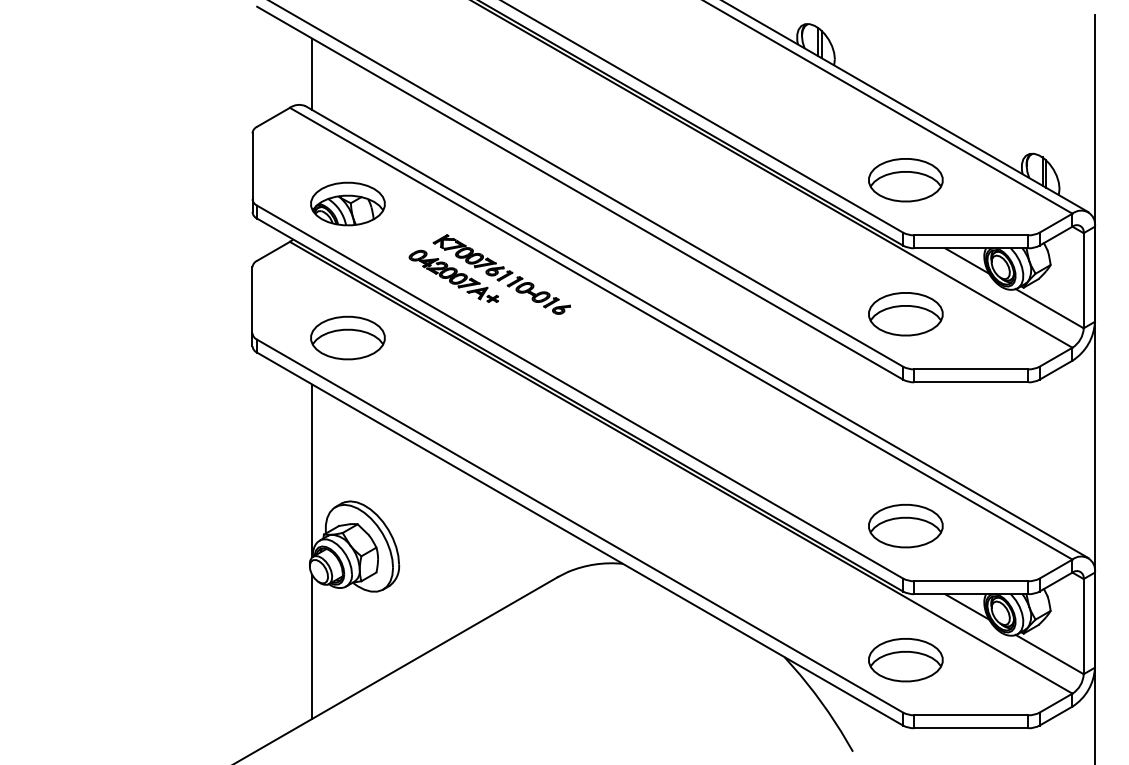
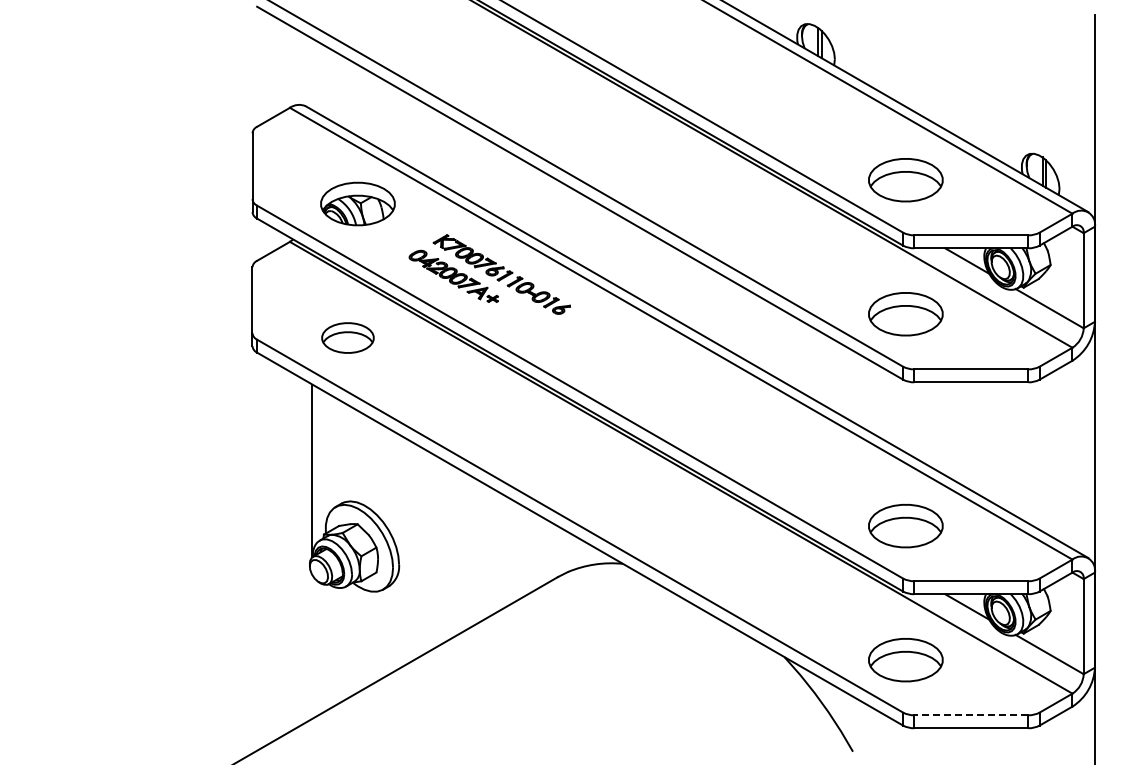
line at (312, 74): present -> none
part at (347, 203) position: (347, 203) -> (357, 203)
part at (347, 337) size: 76x46 px -> 54x32 px
line at (312, 646): present -> none
line at (970, 715): solid -> dashed
